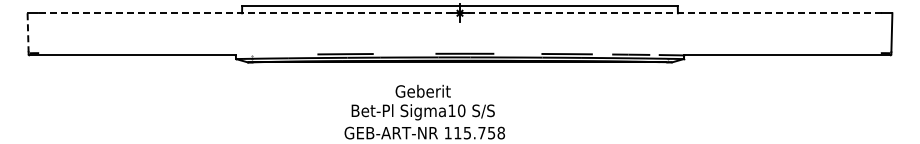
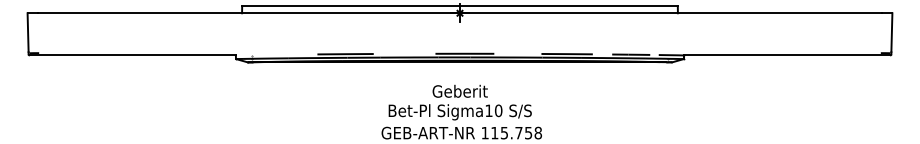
line at (460, 13): dashed -> solid
line at (28, 33): dashed -> solid
text at (424, 111) position: (424, 111) -> (461, 111)
